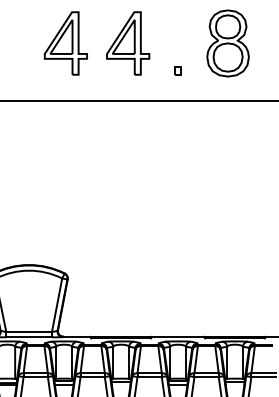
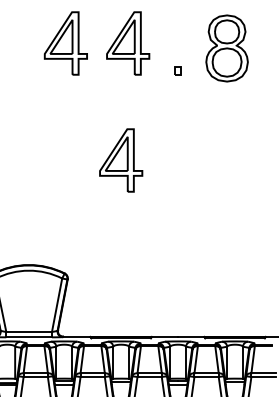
part at (227, 43) position: (227, 43) -> (226, 48)
line at (138, 101): present -> none
part at (121, 160): none -> present
